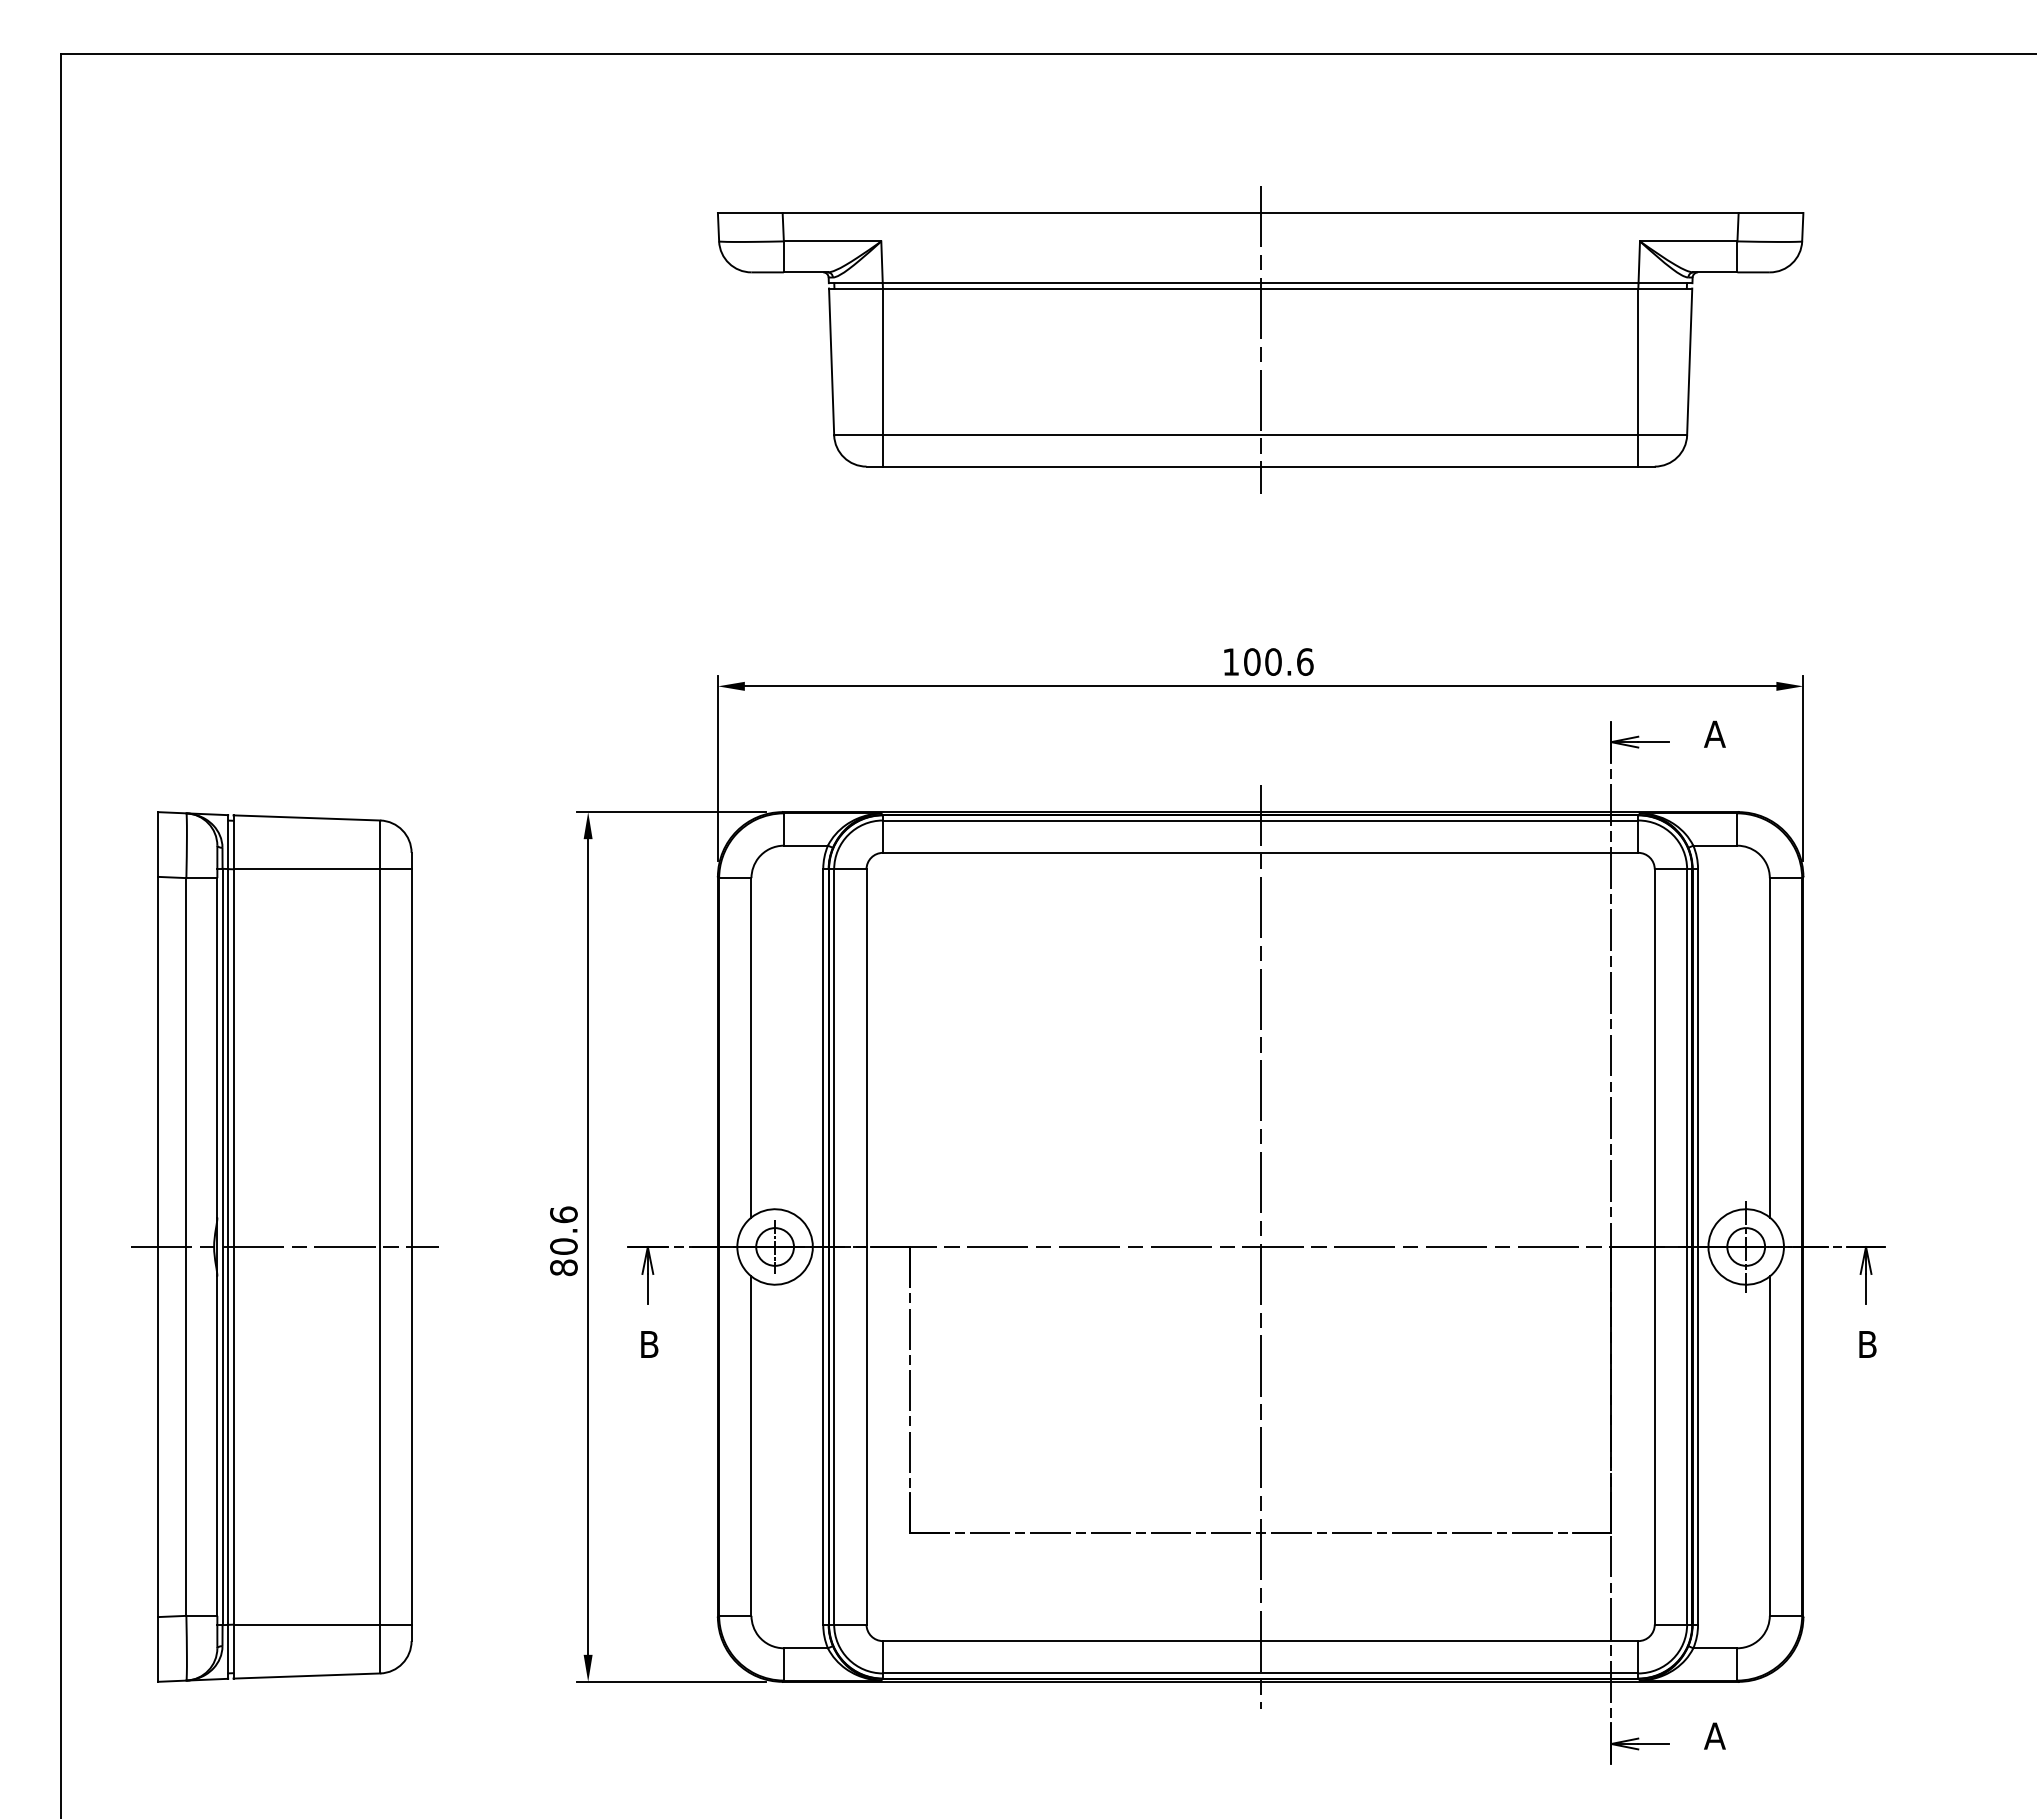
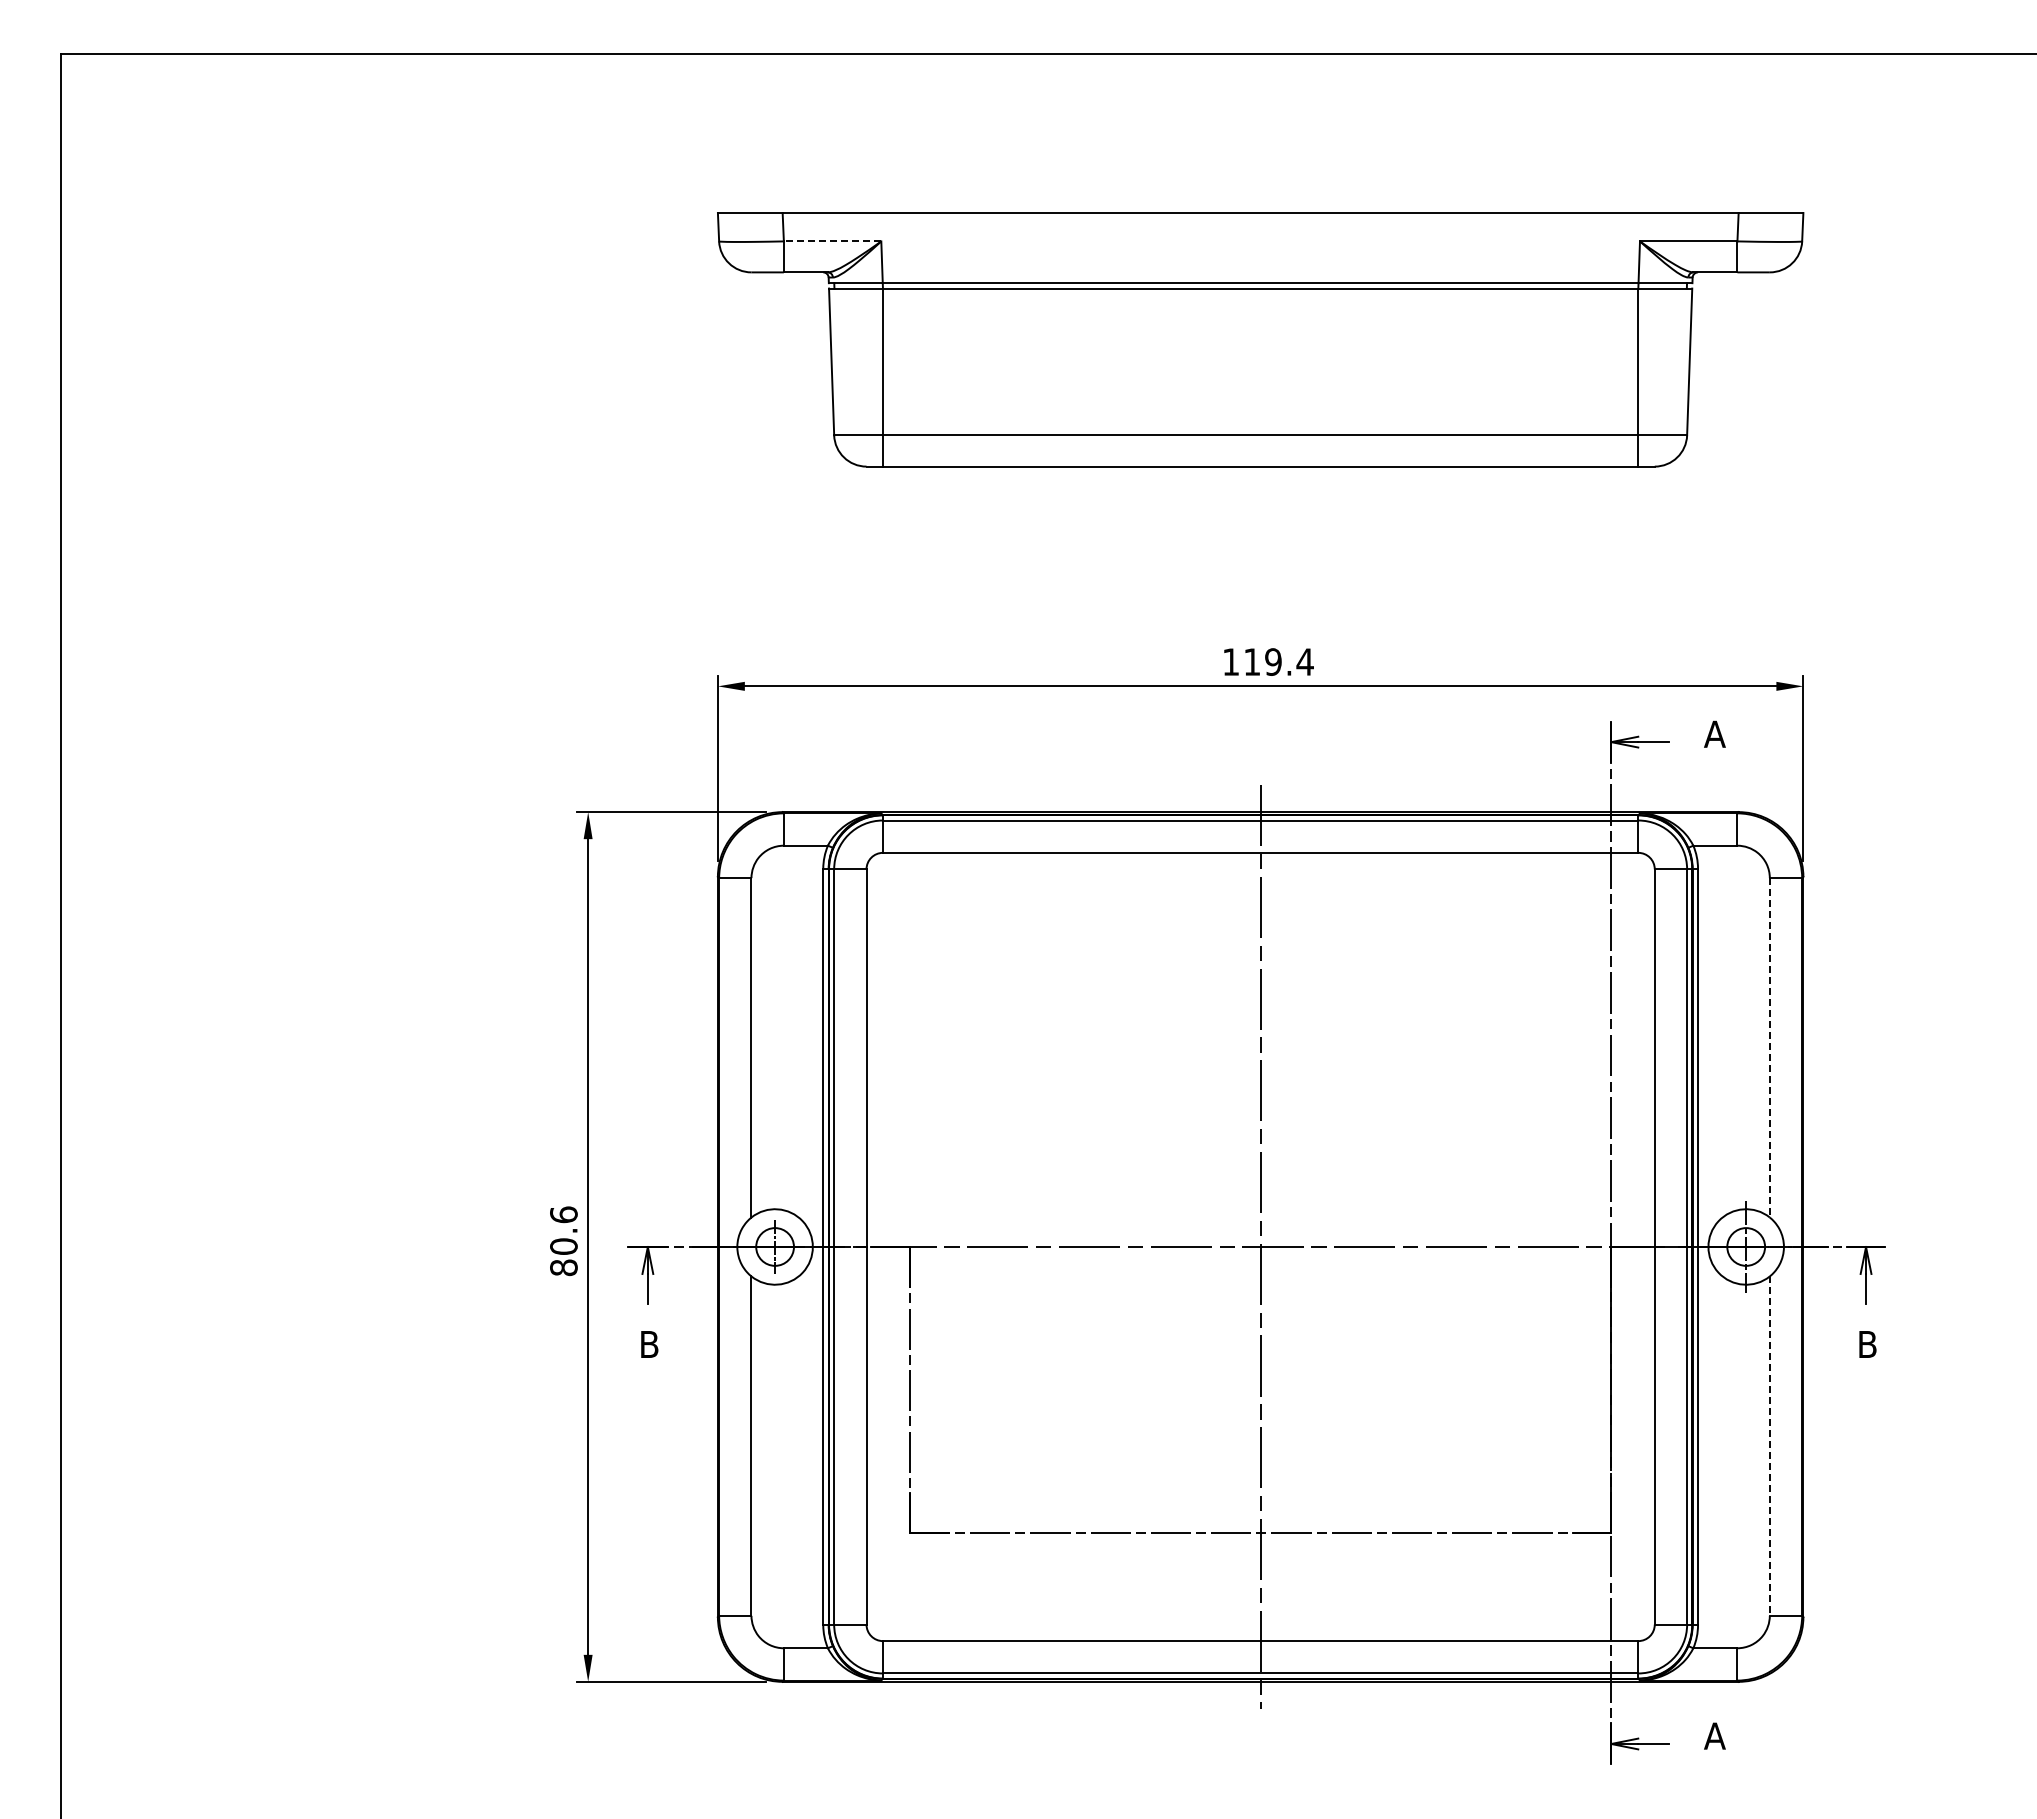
line at (832, 241): solid -> dashed
line at (1260, 339): present -> none
text at (1278, 661): 100.6 -> 119.4
line at (1769, 1047): solid -> dashed
part at (284, 1246): present -> none
line at (1769, 1446): solid -> dashed
